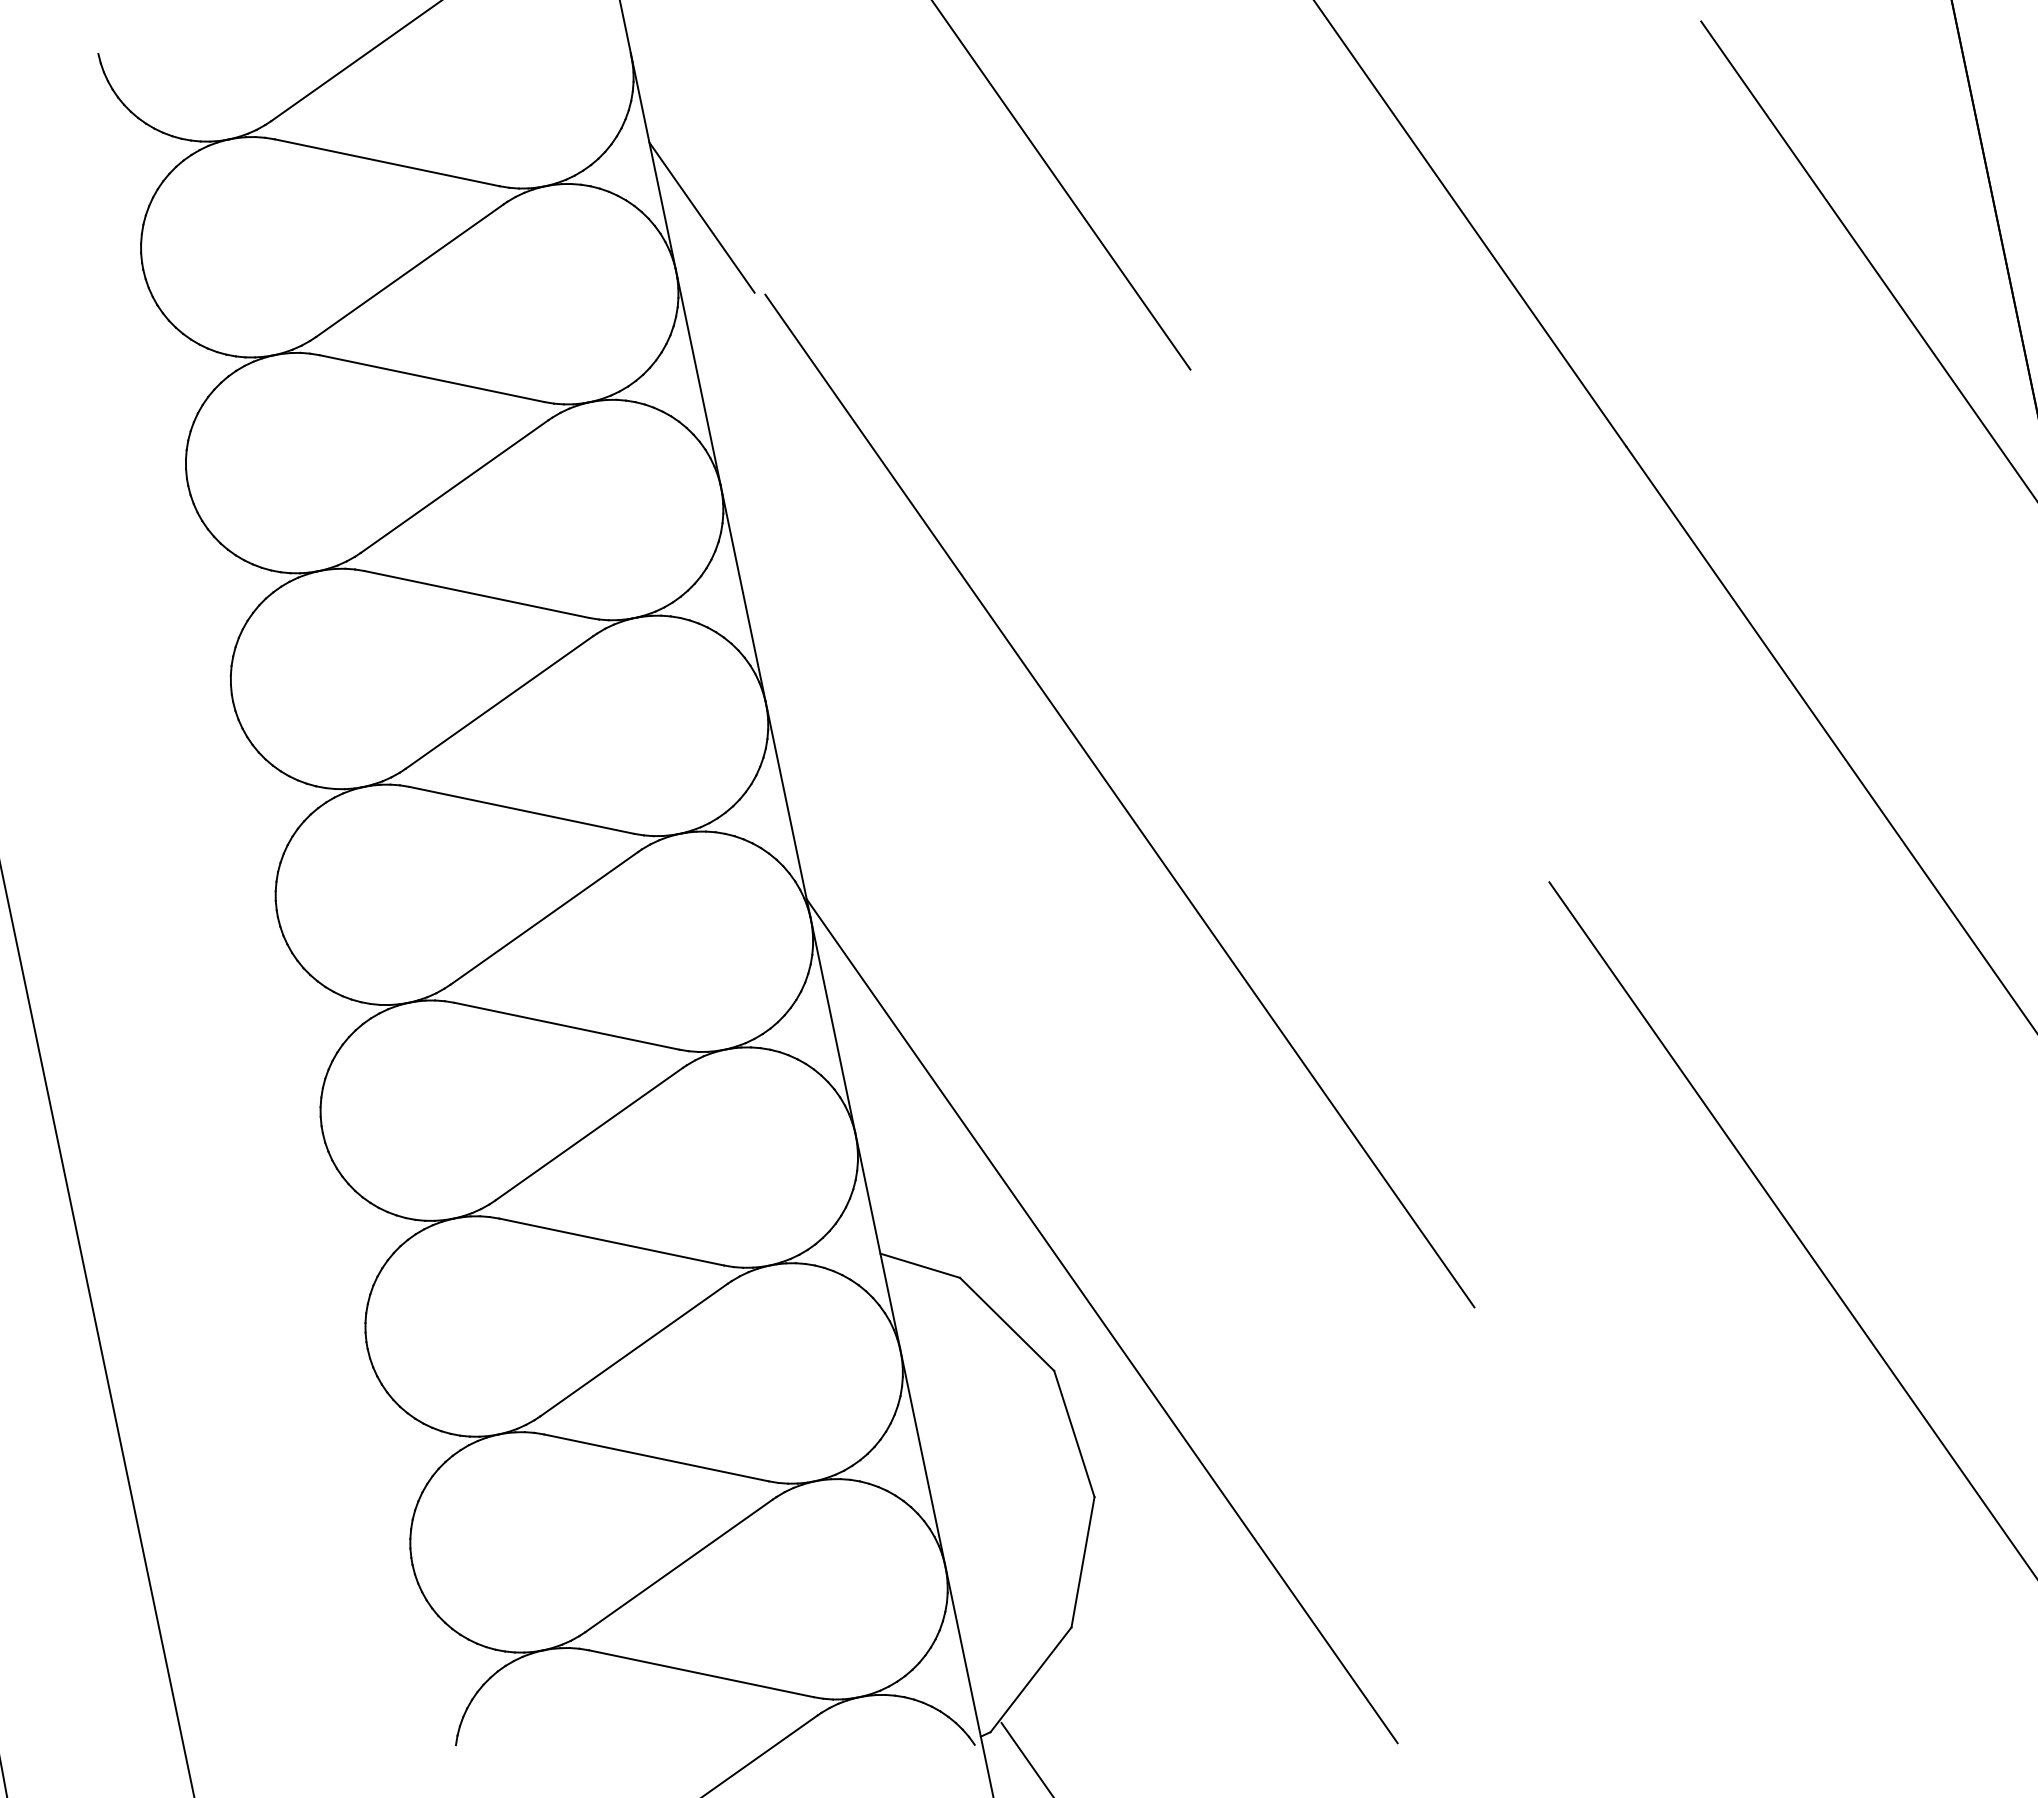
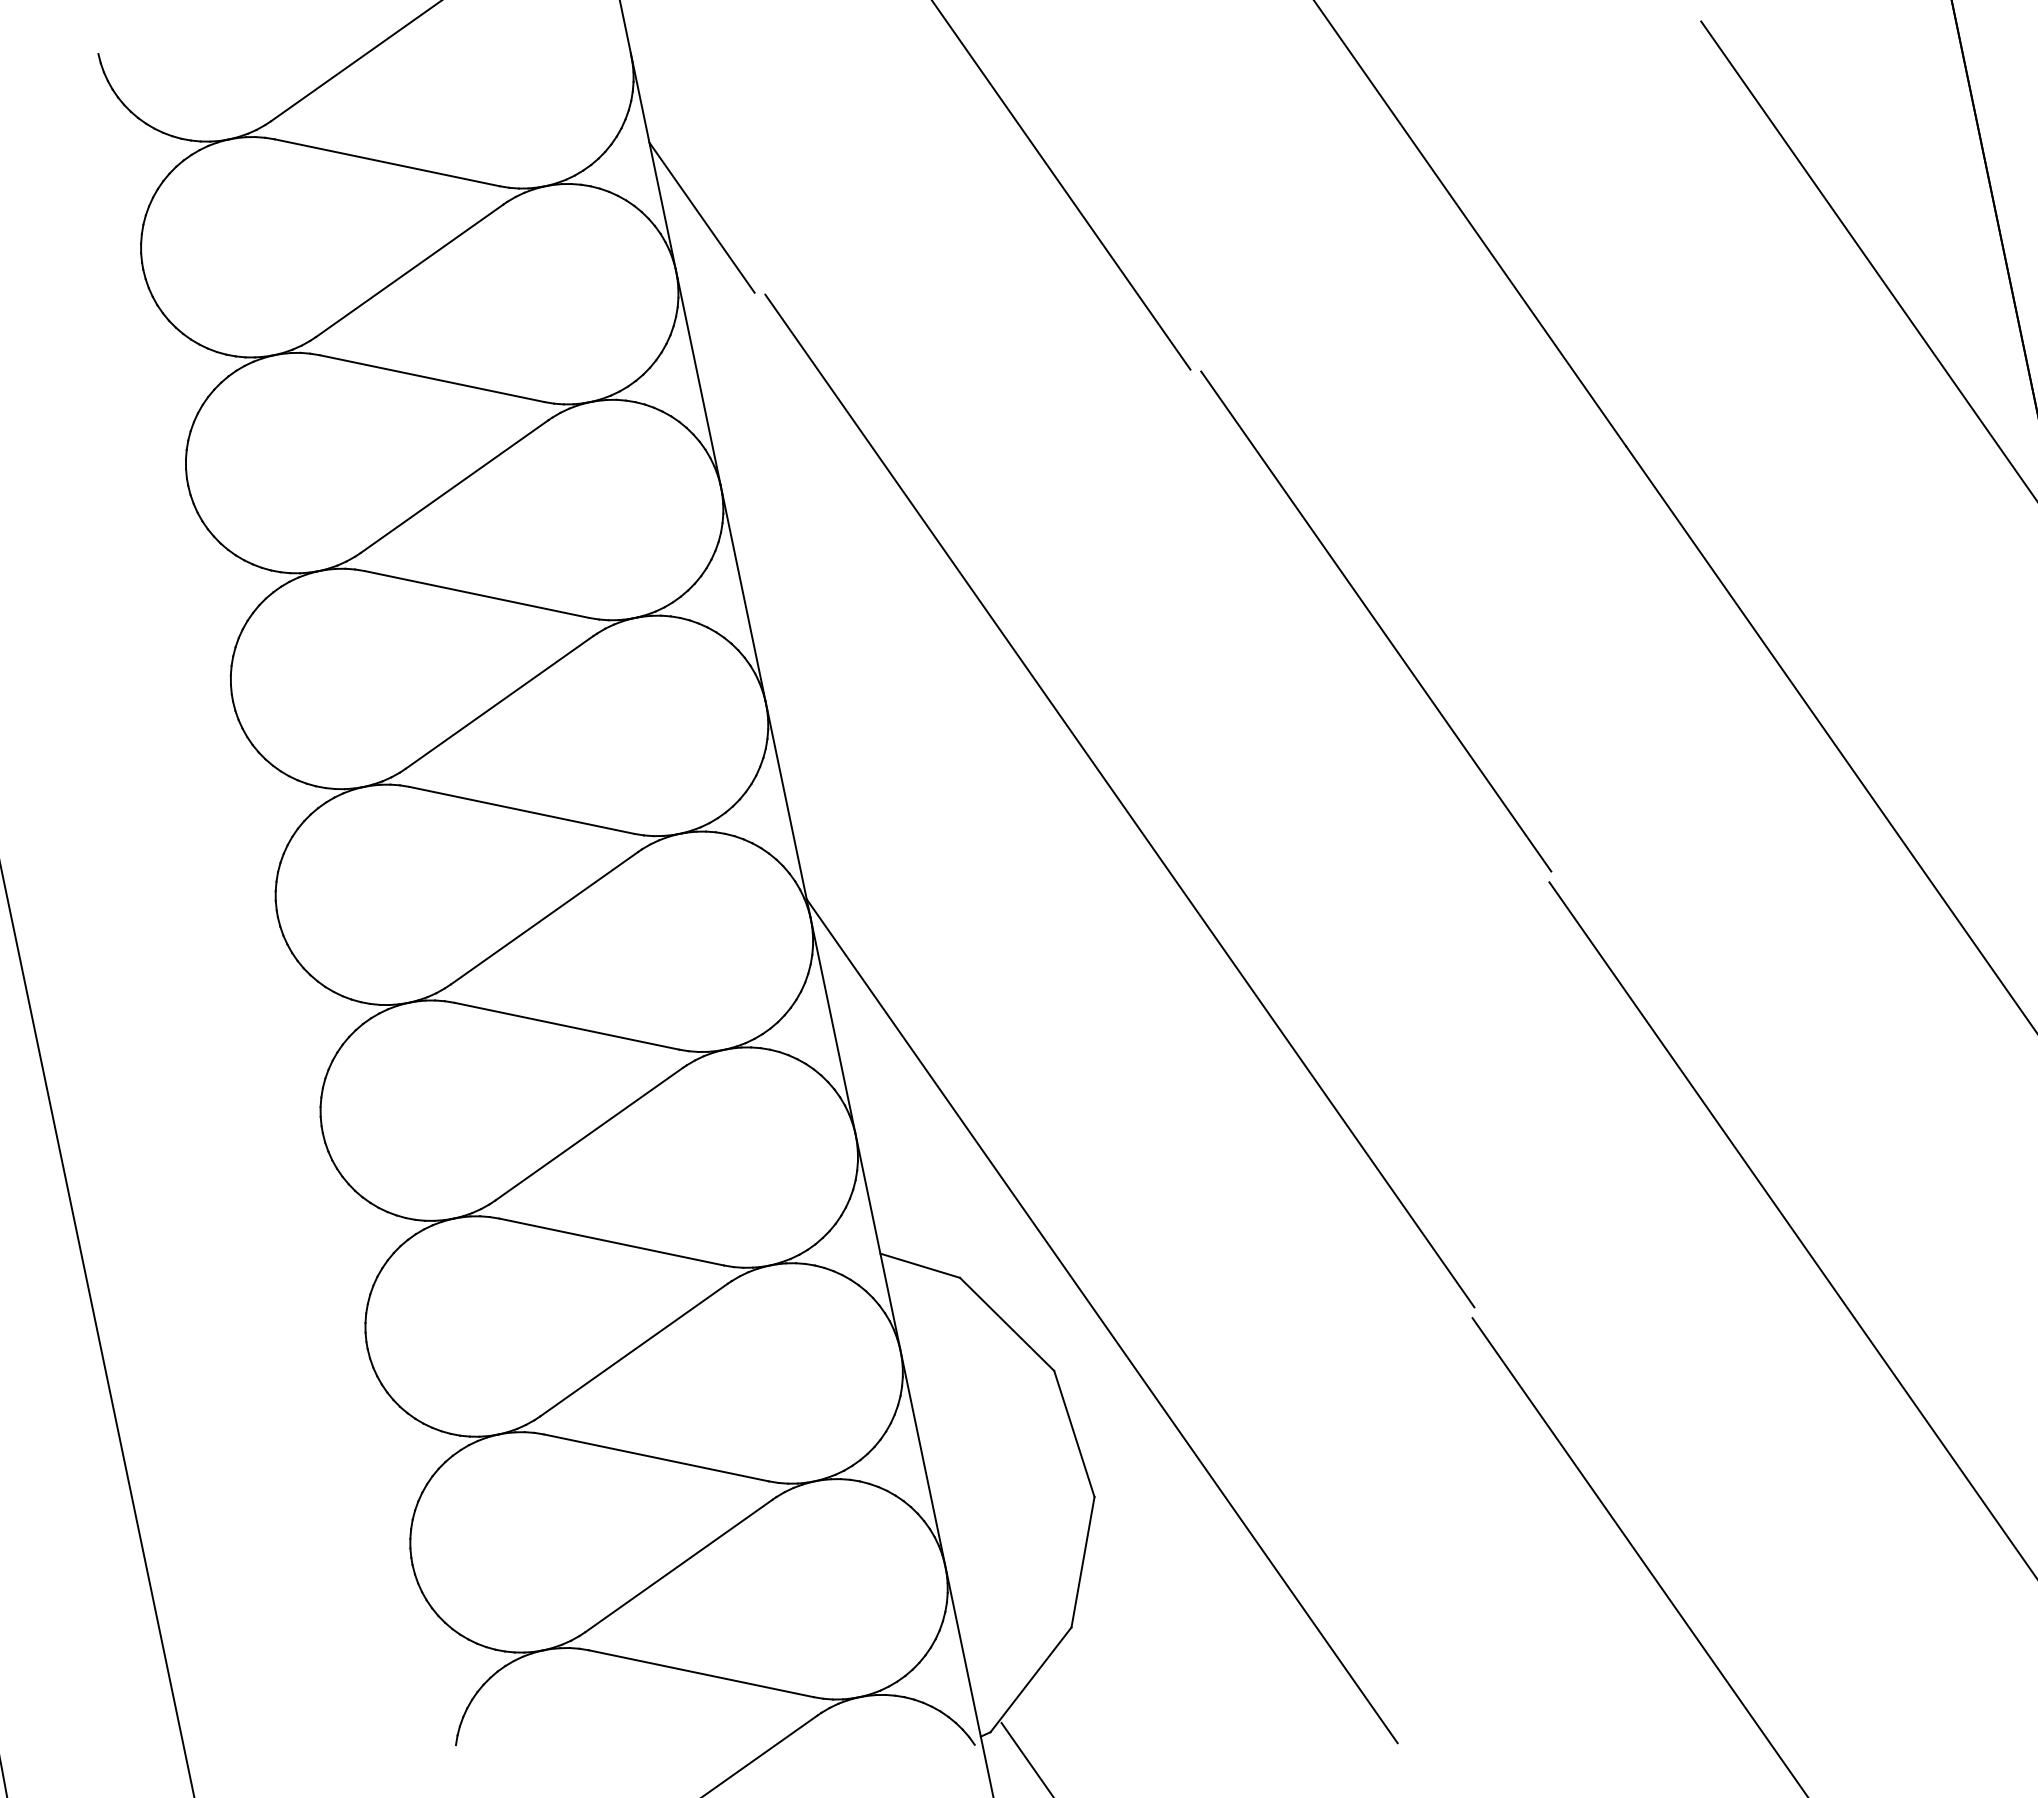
line at (1376, 621): none -> present
line at (1639, 1556): none -> present
